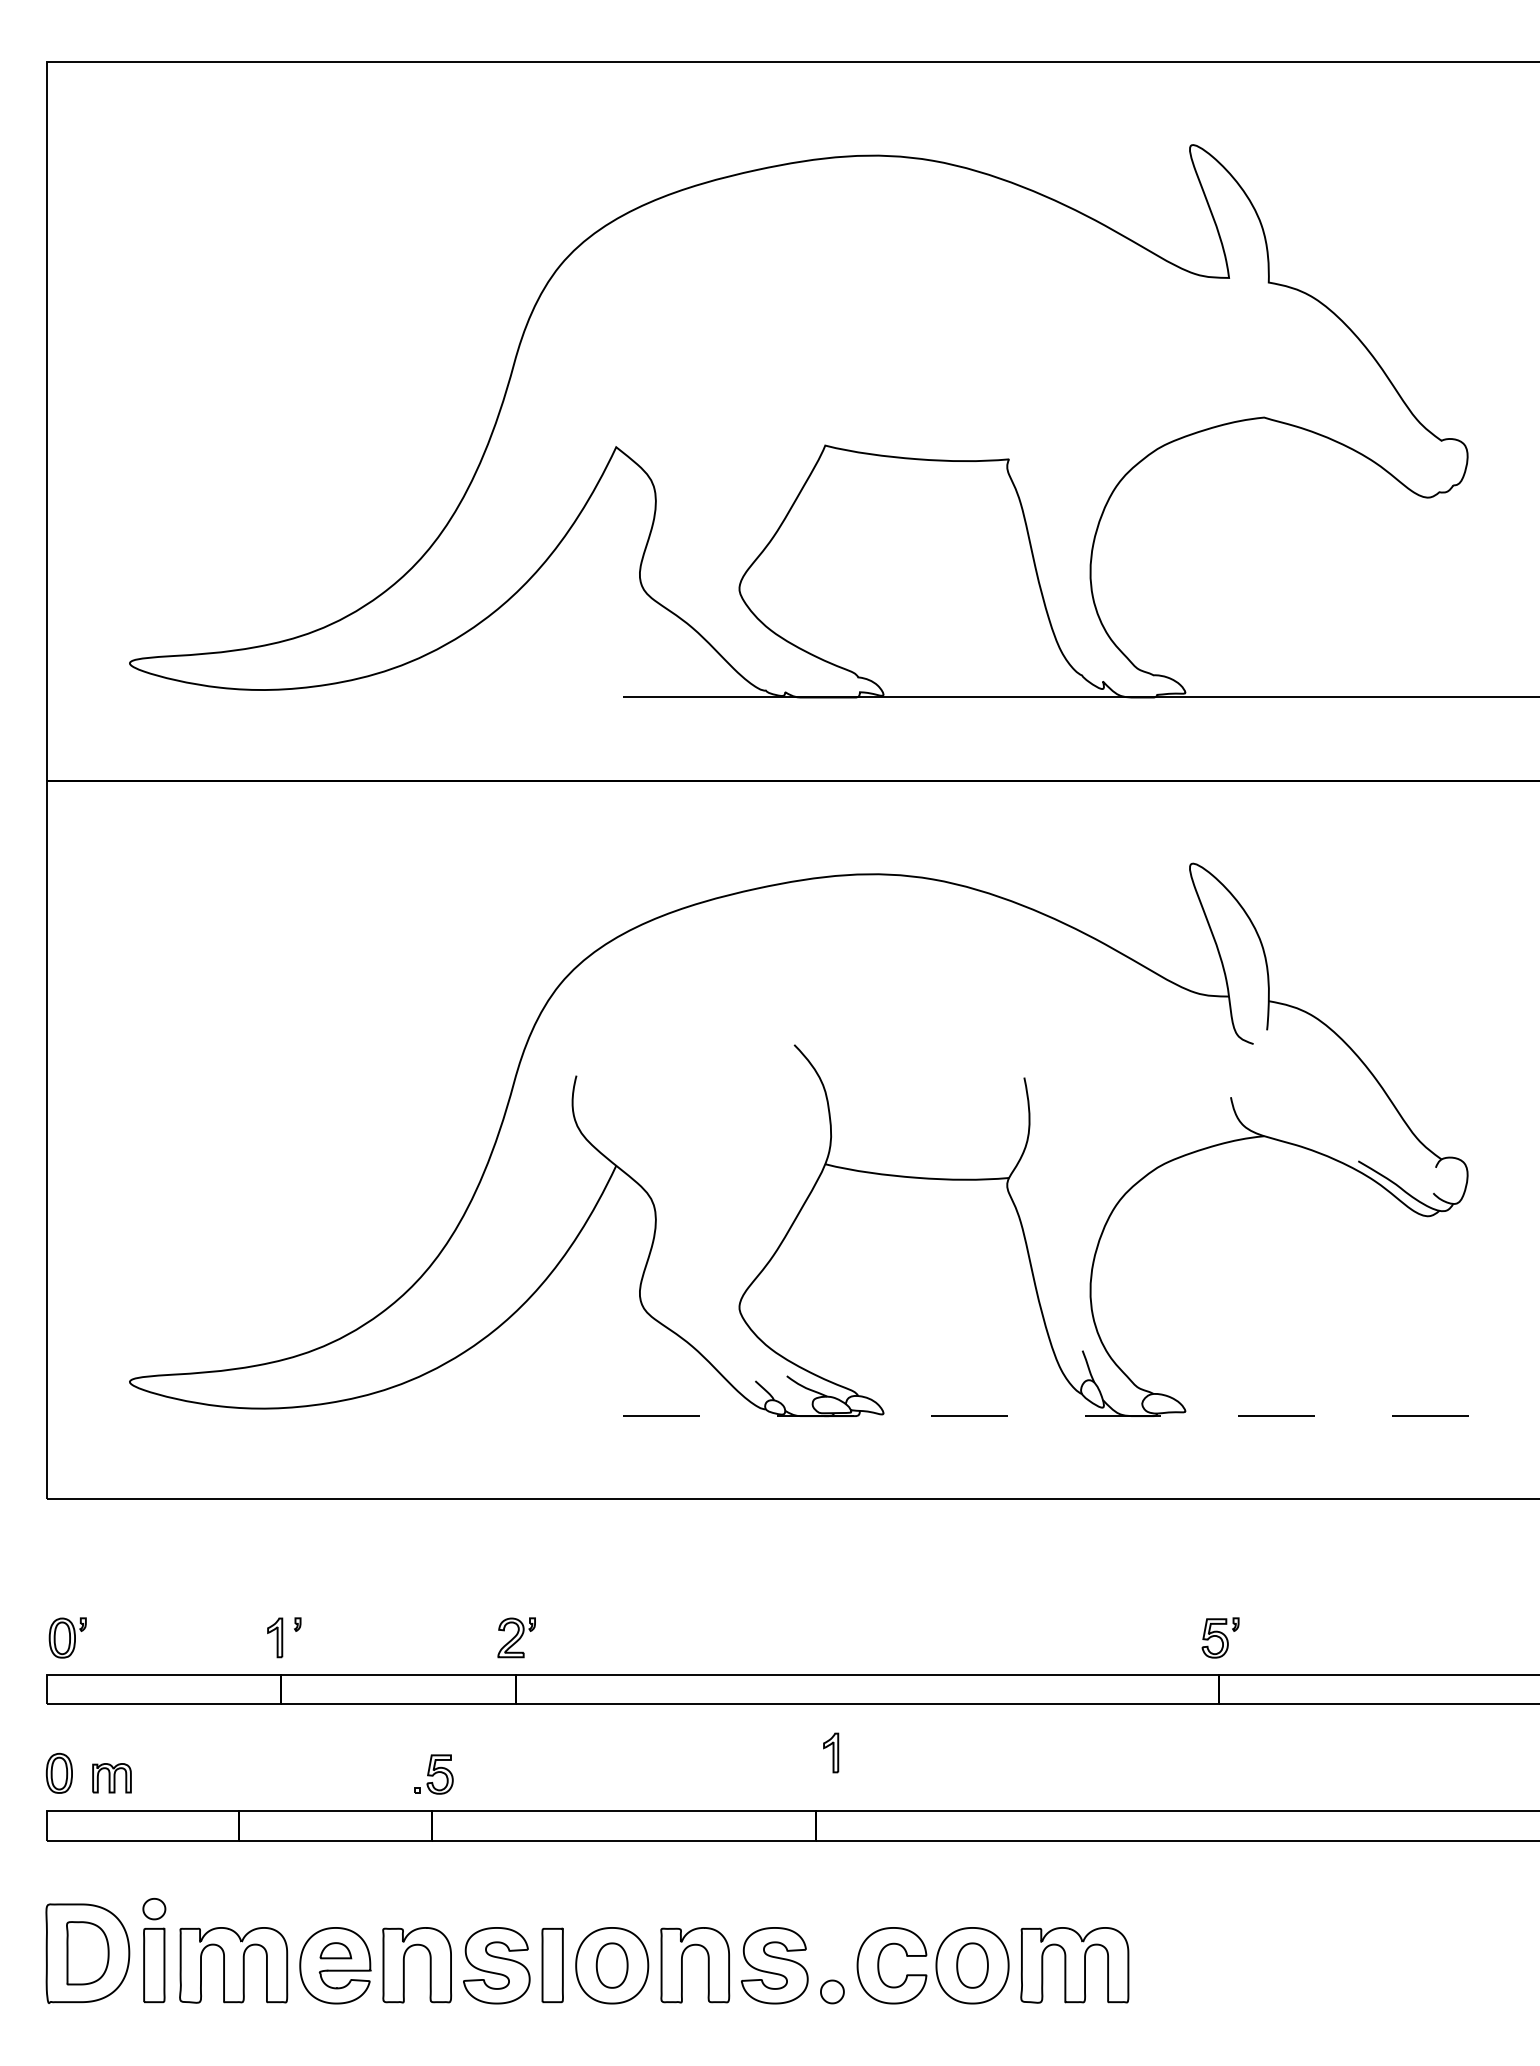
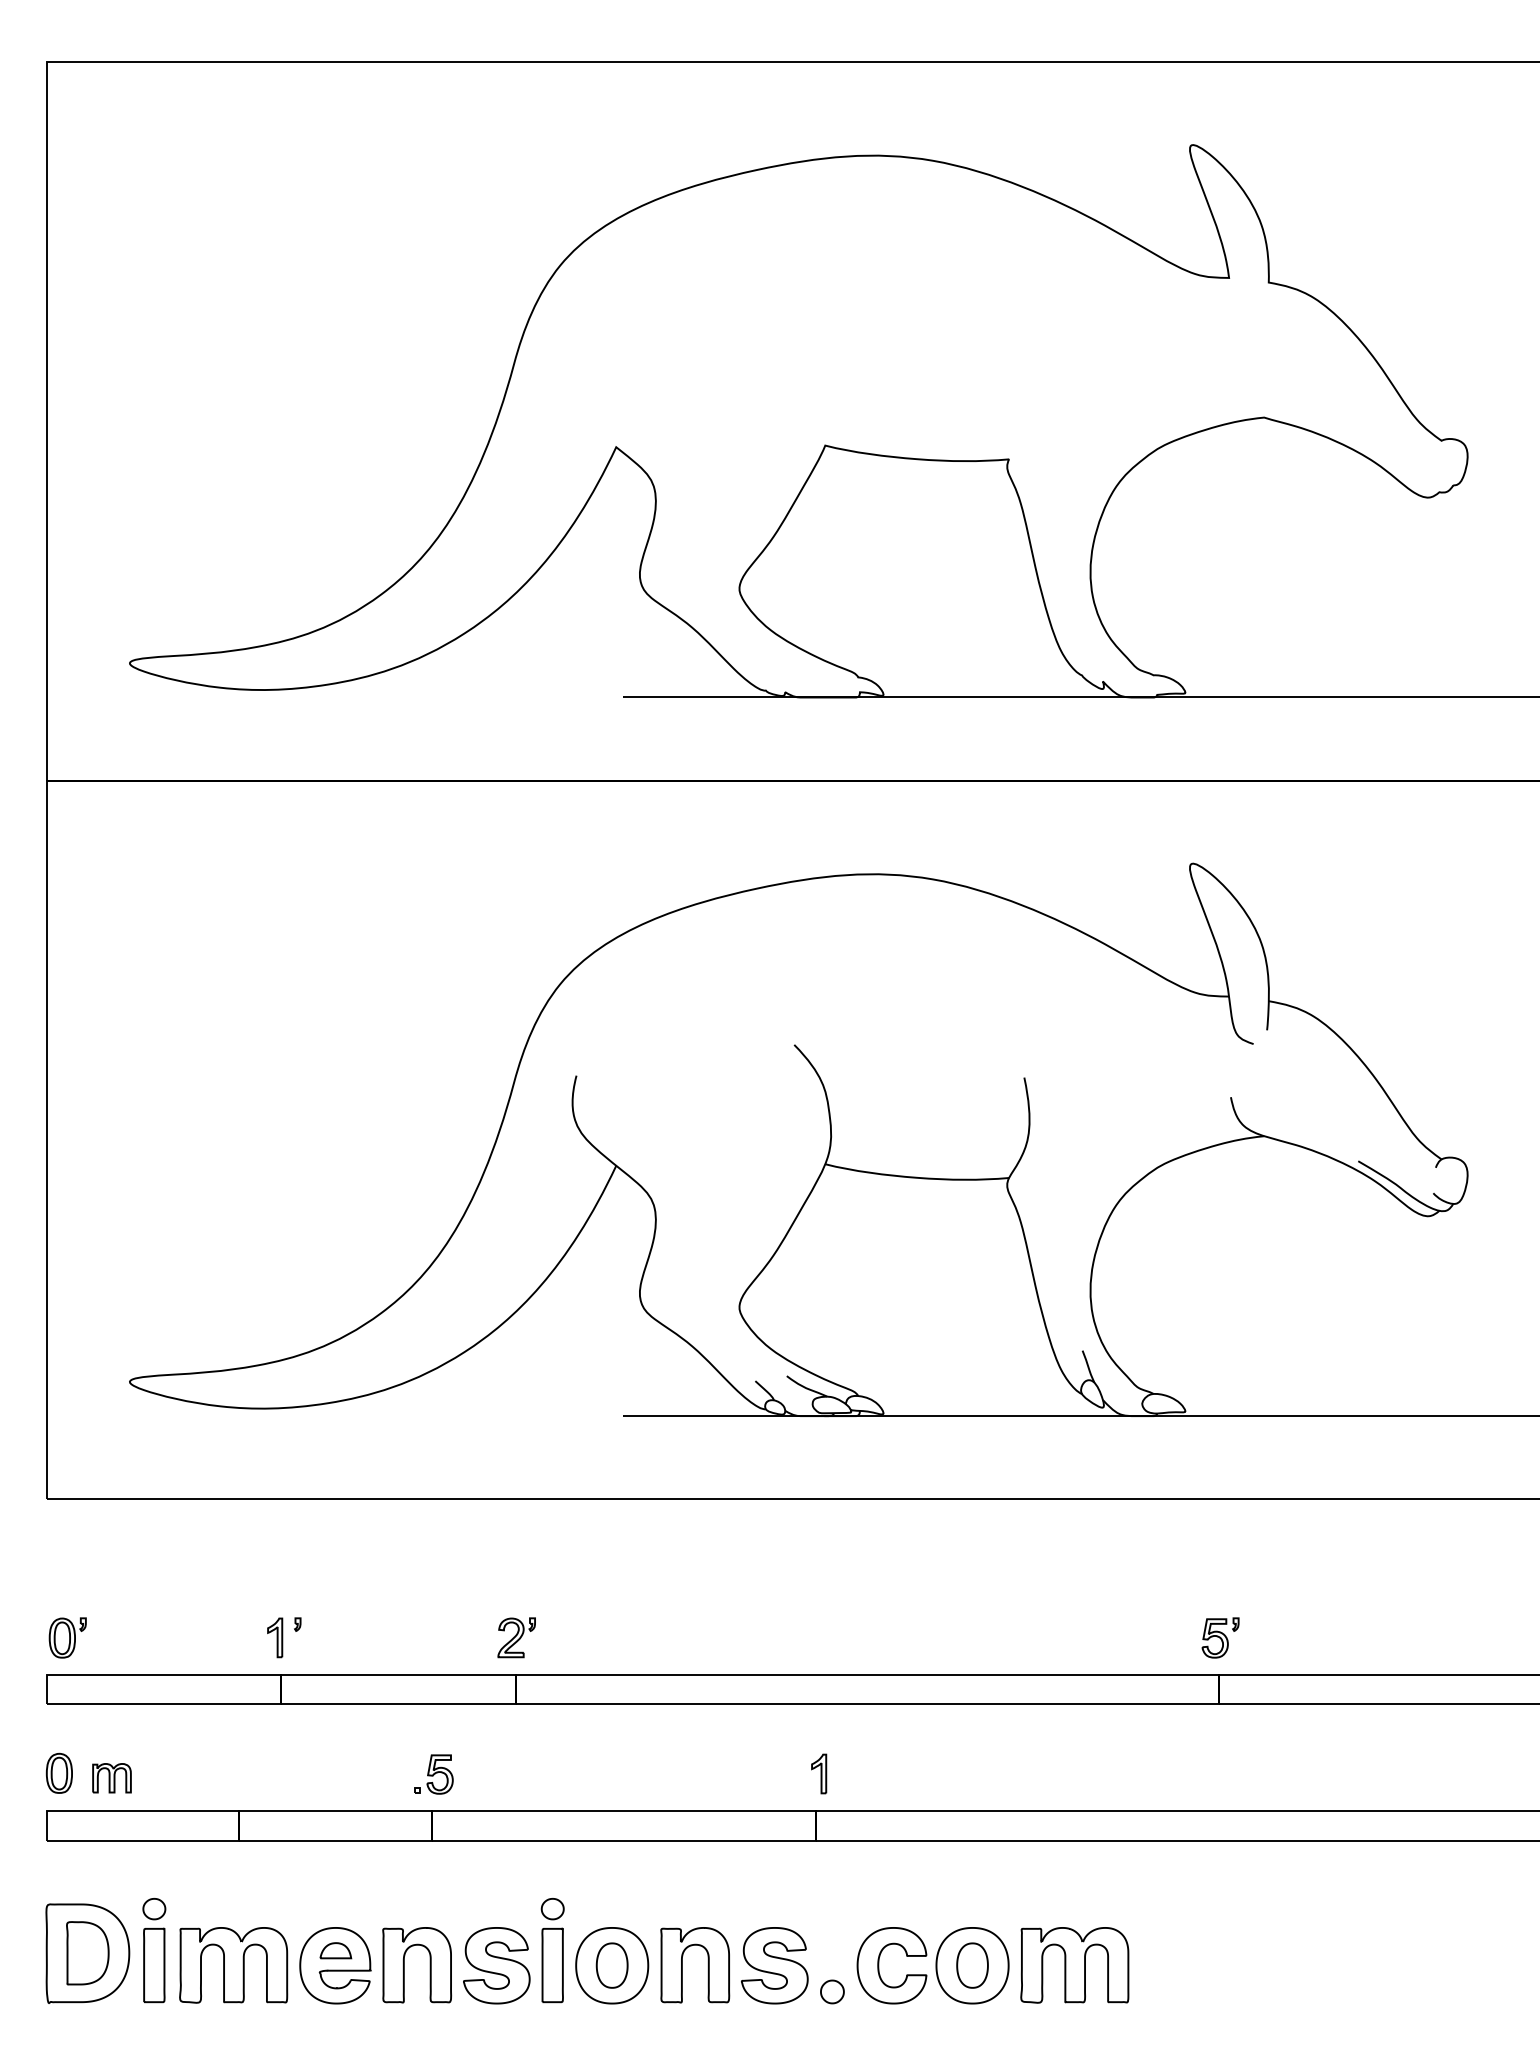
line at (1081, 1416): dashed -> solid
part at (831, 1752) position: (831, 1752) -> (819, 1773)
part at (552, 1909): none -> present
